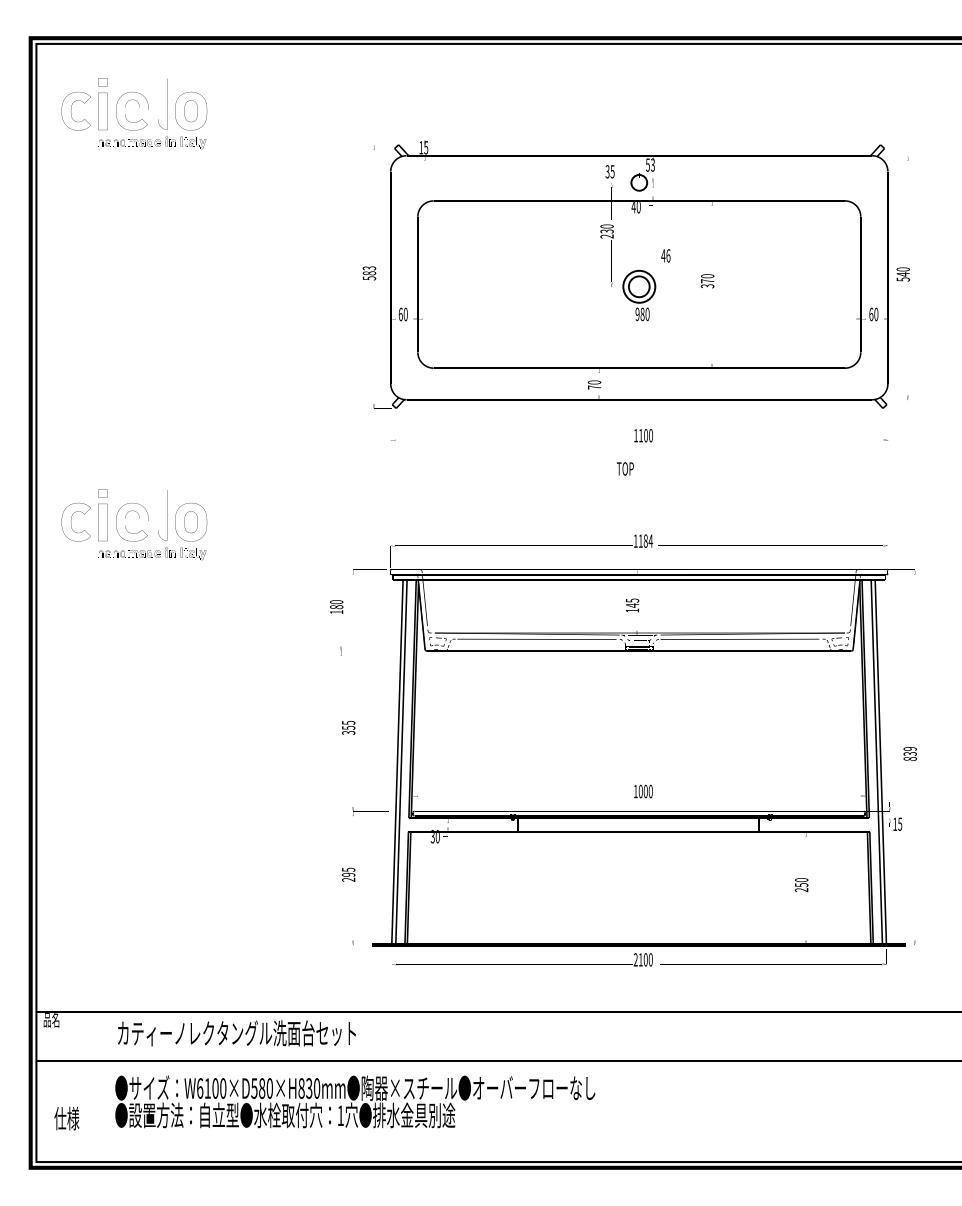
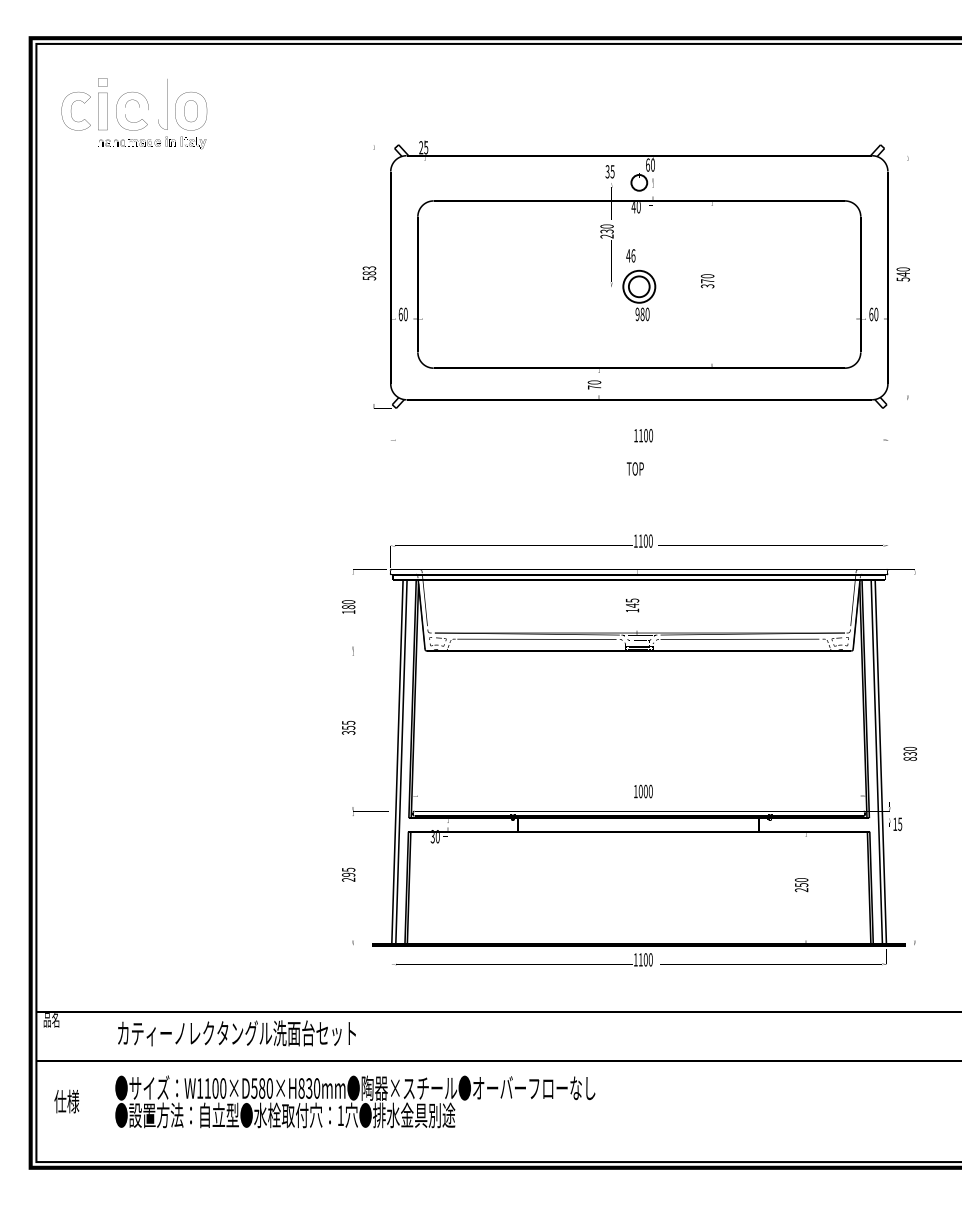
text at (421, 147): 15 -> 25
text at (649, 164): 53 -> 60
text at (665, 255) position: (665, 255) -> (630, 255)
text at (624, 468) position: (624, 468) -> (634, 468)
part at (139, 518): present -> none
text at (647, 540): 1184 -> 1100
text at (336, 627) position: (336, 627) -> (348, 627)
text at (909, 748): 839 -> 830
text at (635, 959): 2100 -> 1100
text at (200, 1088): W6100×D580×H830mm -> W1100×D580×H830mm
text at (66, 1118) position: (66, 1118) -> (66, 1101)
